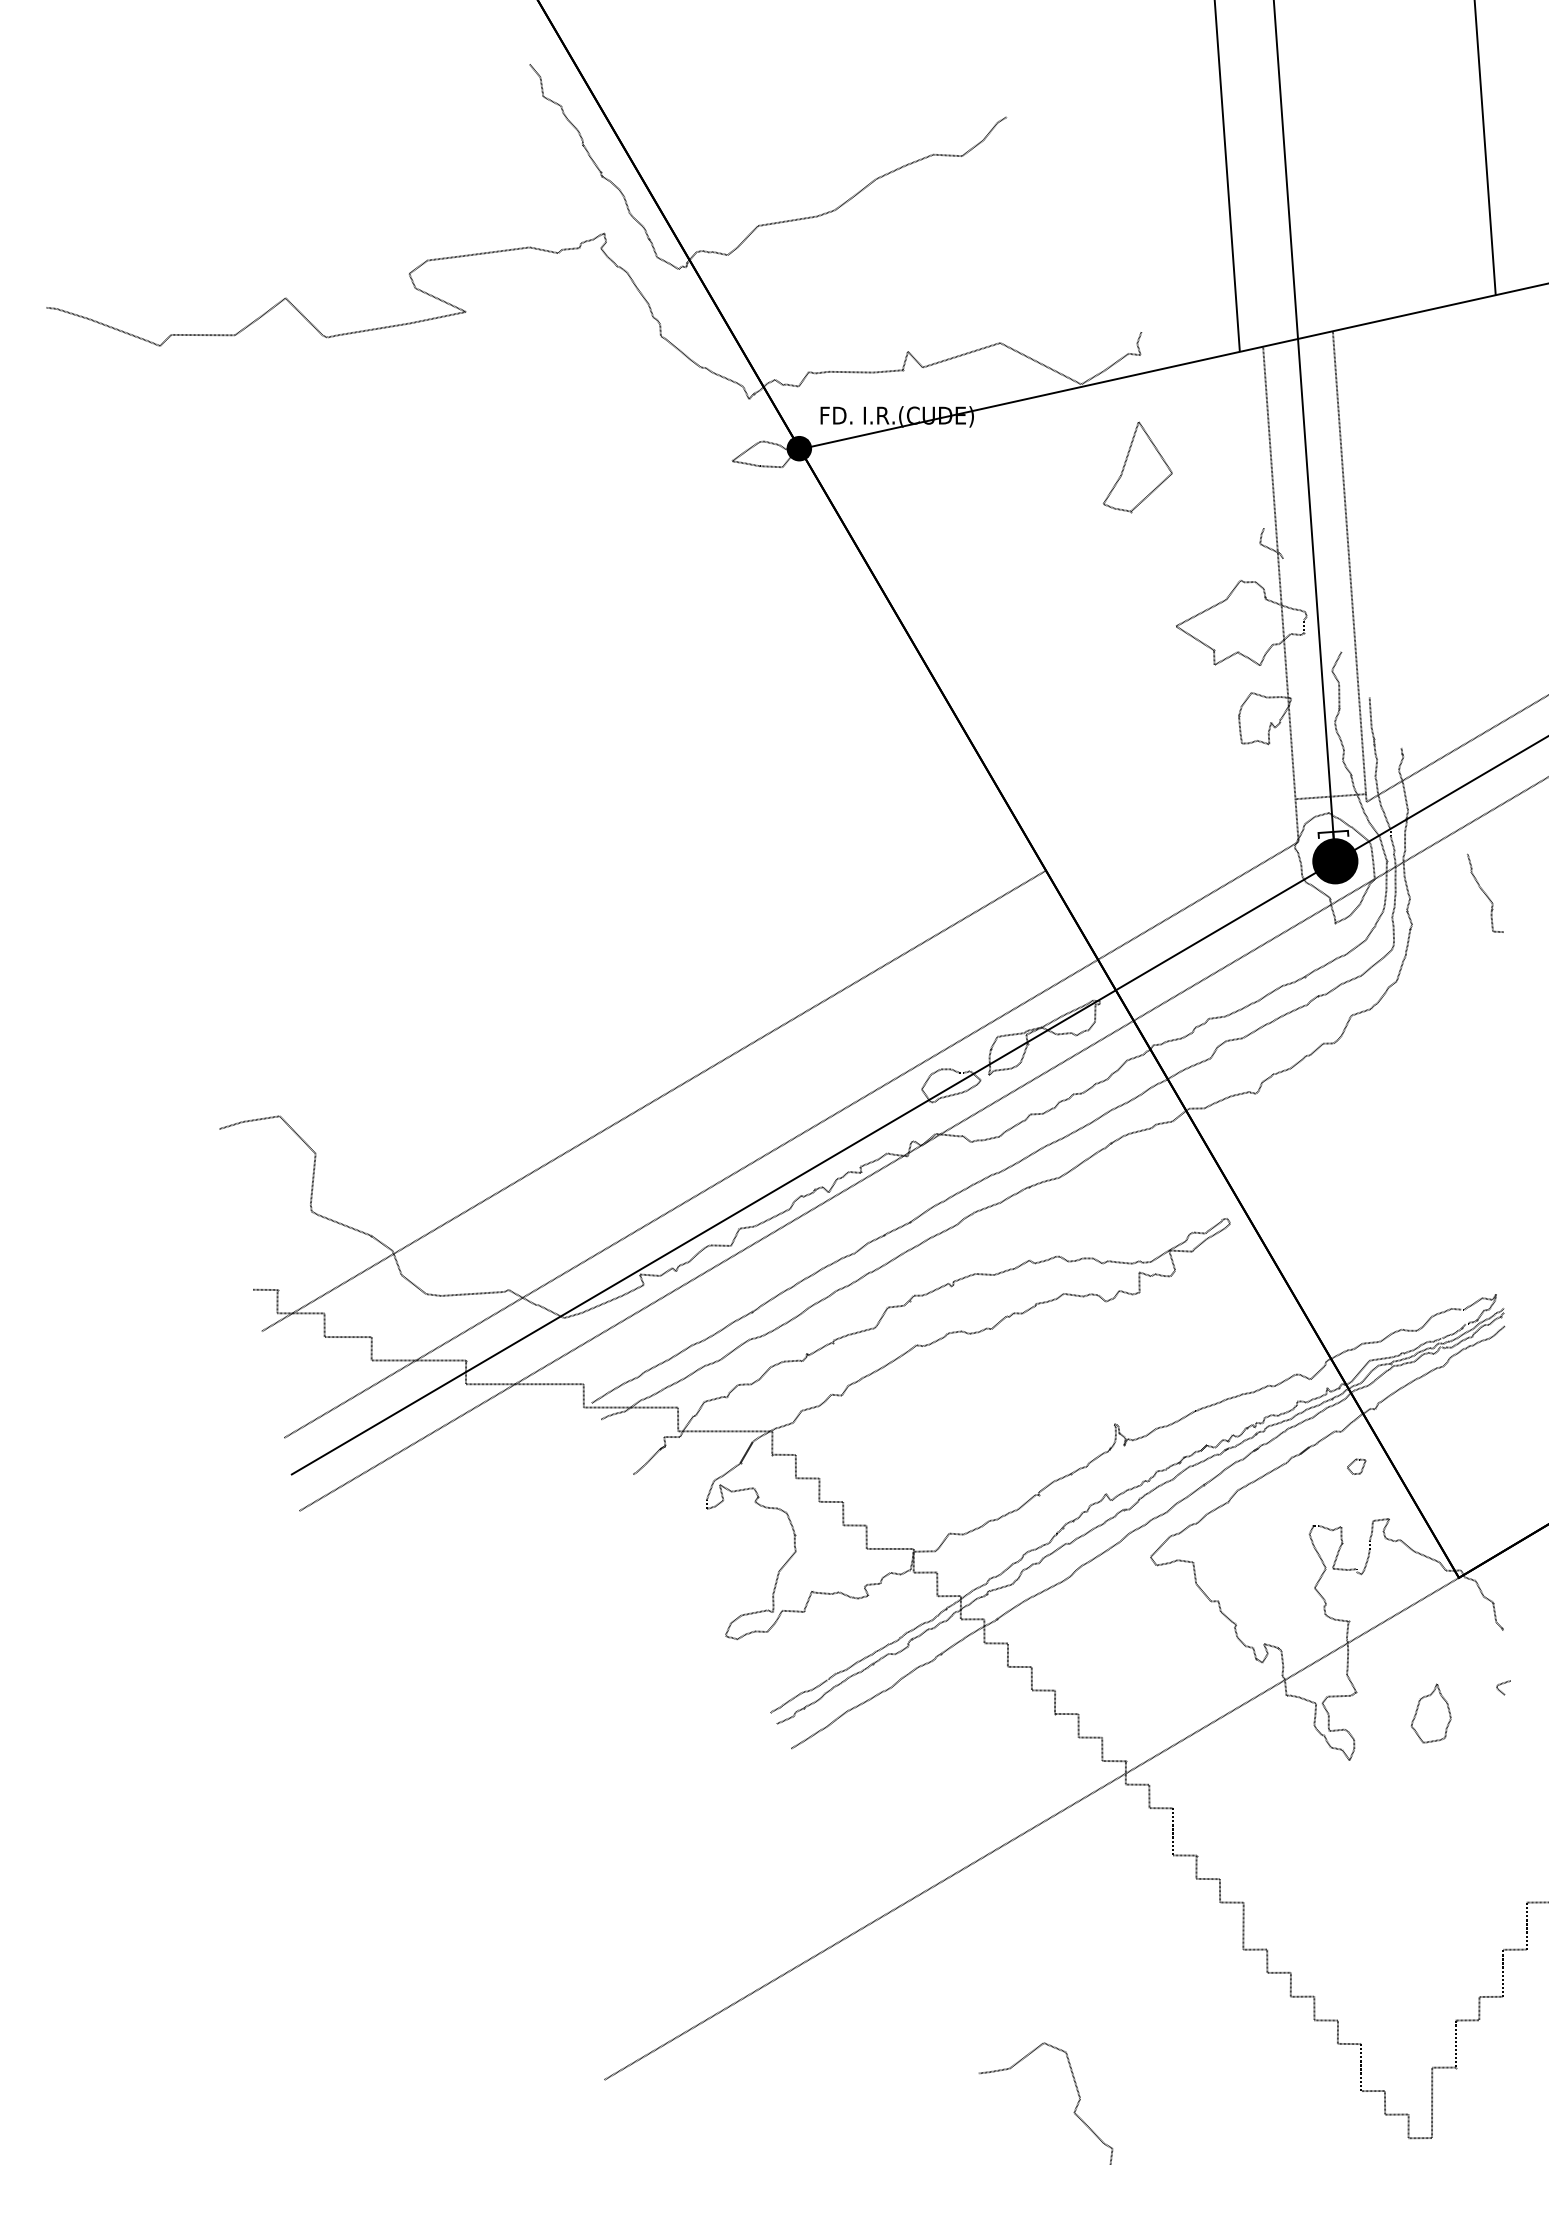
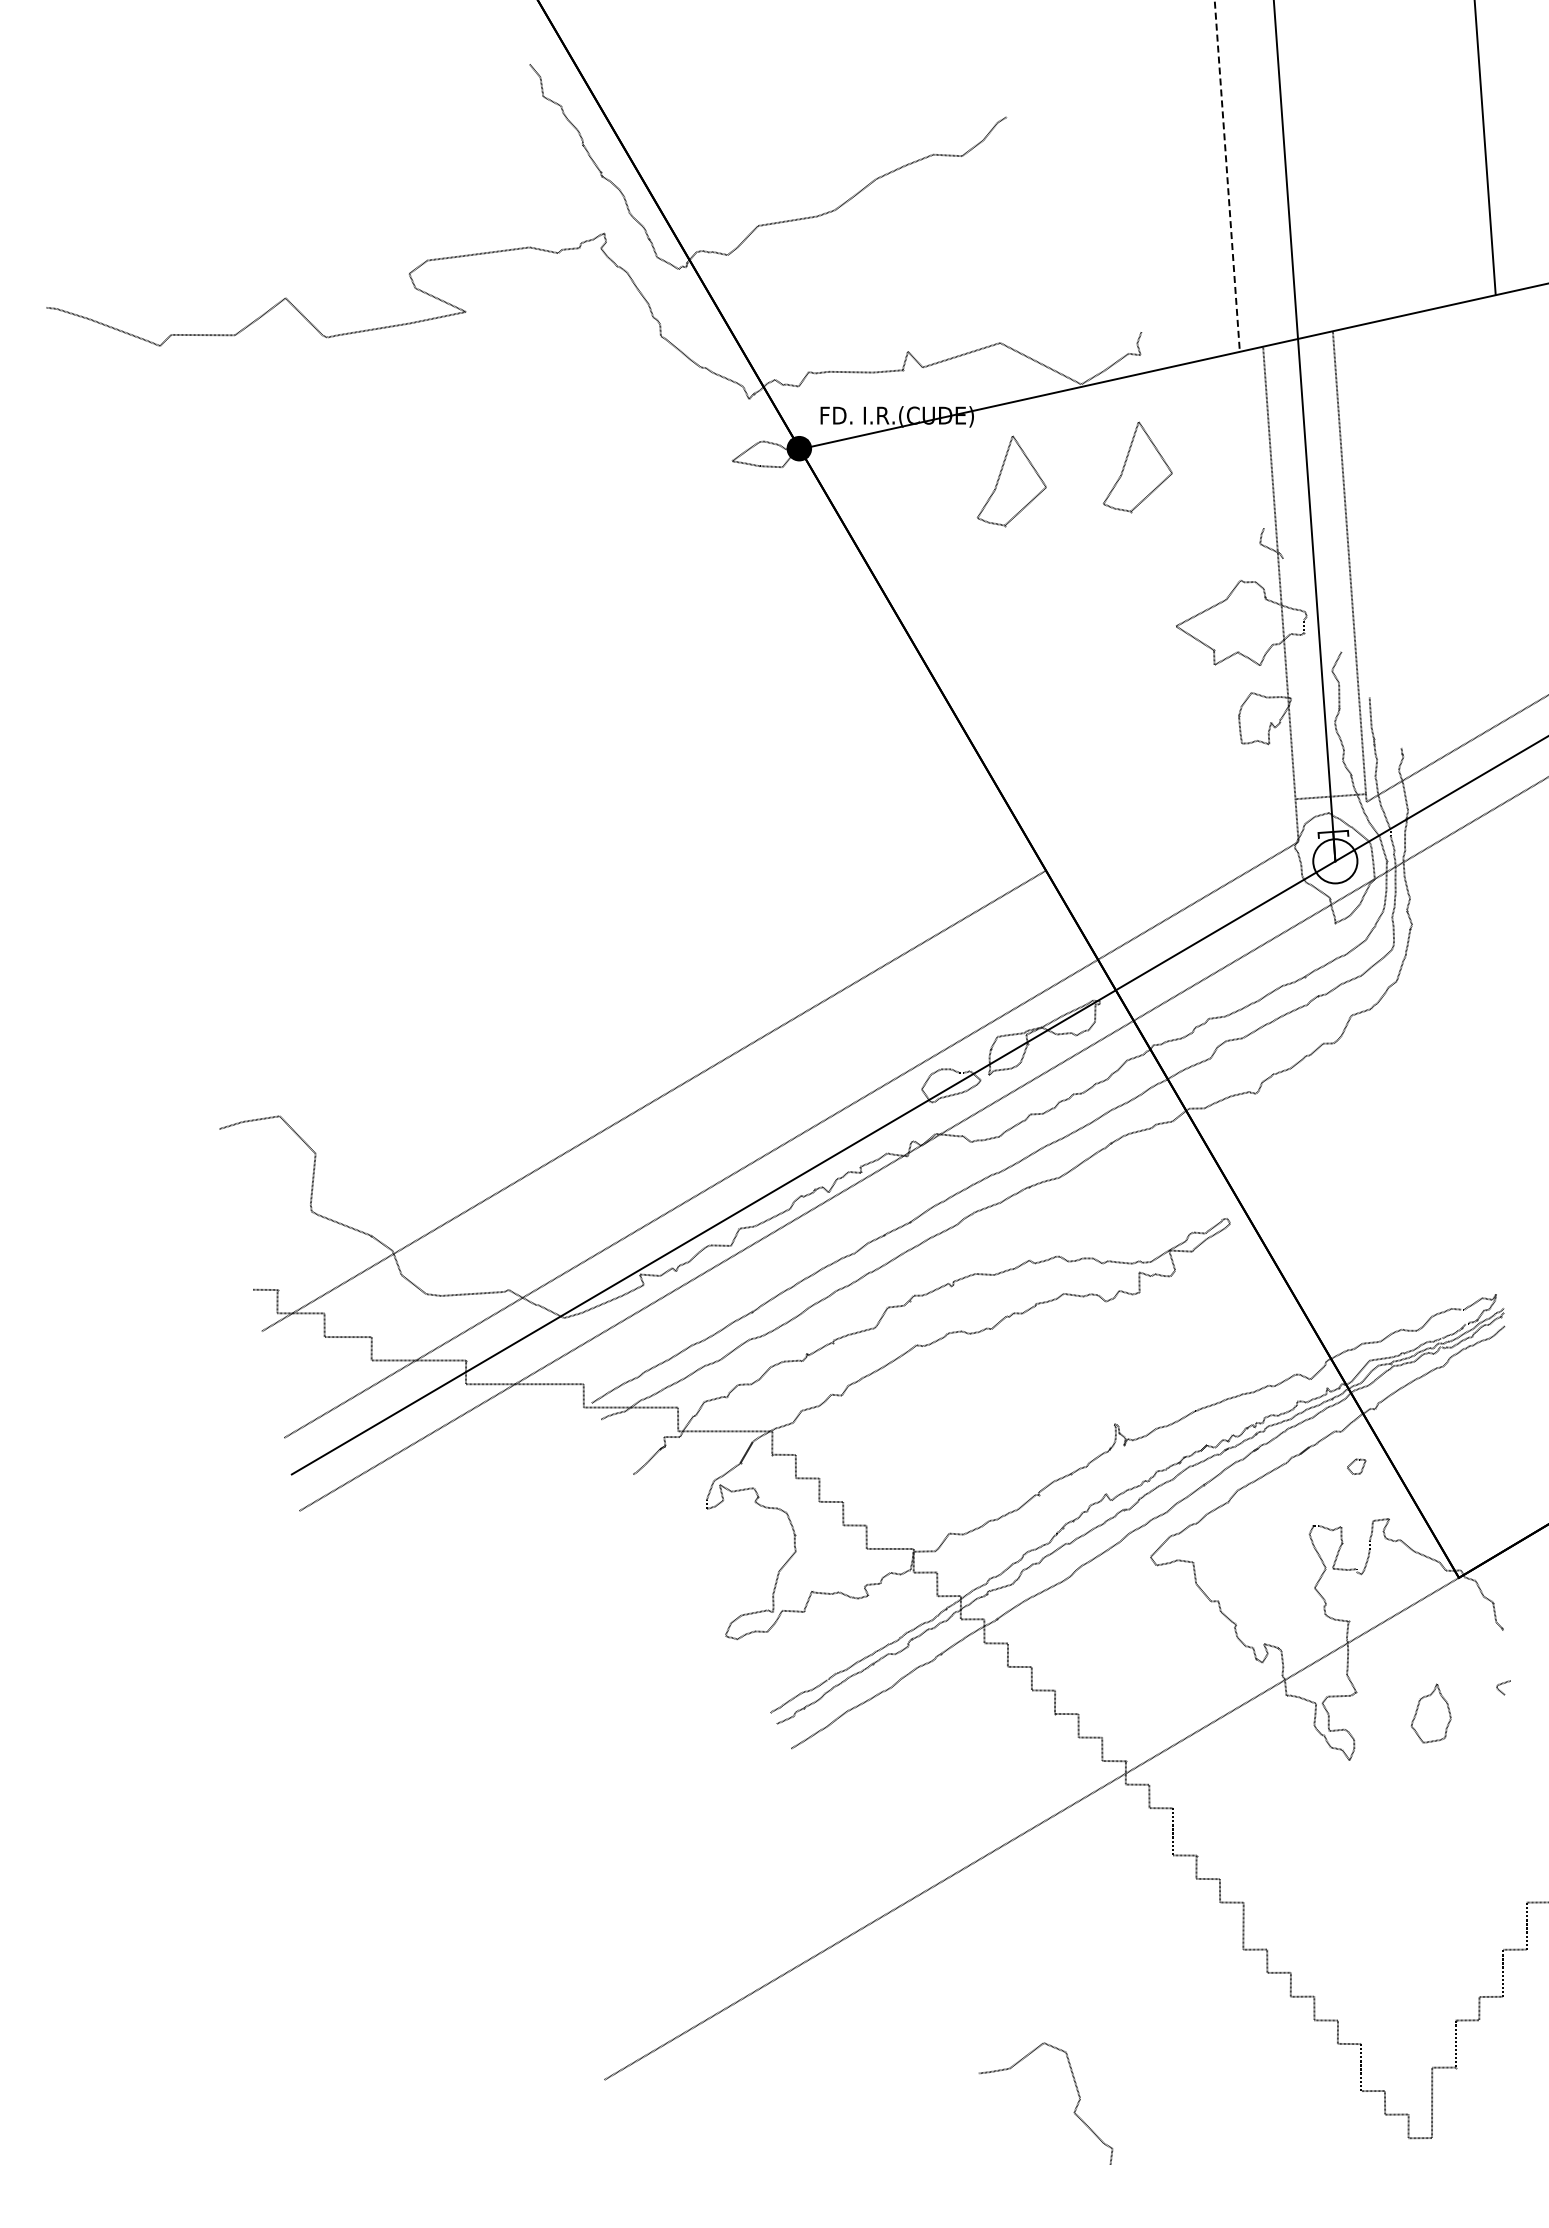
line at (1227, 176): solid -> dashed
part at (1011, 481): none -> present
fill at (1335, 861): present -> none
curve at (1485, 892): present -> none
